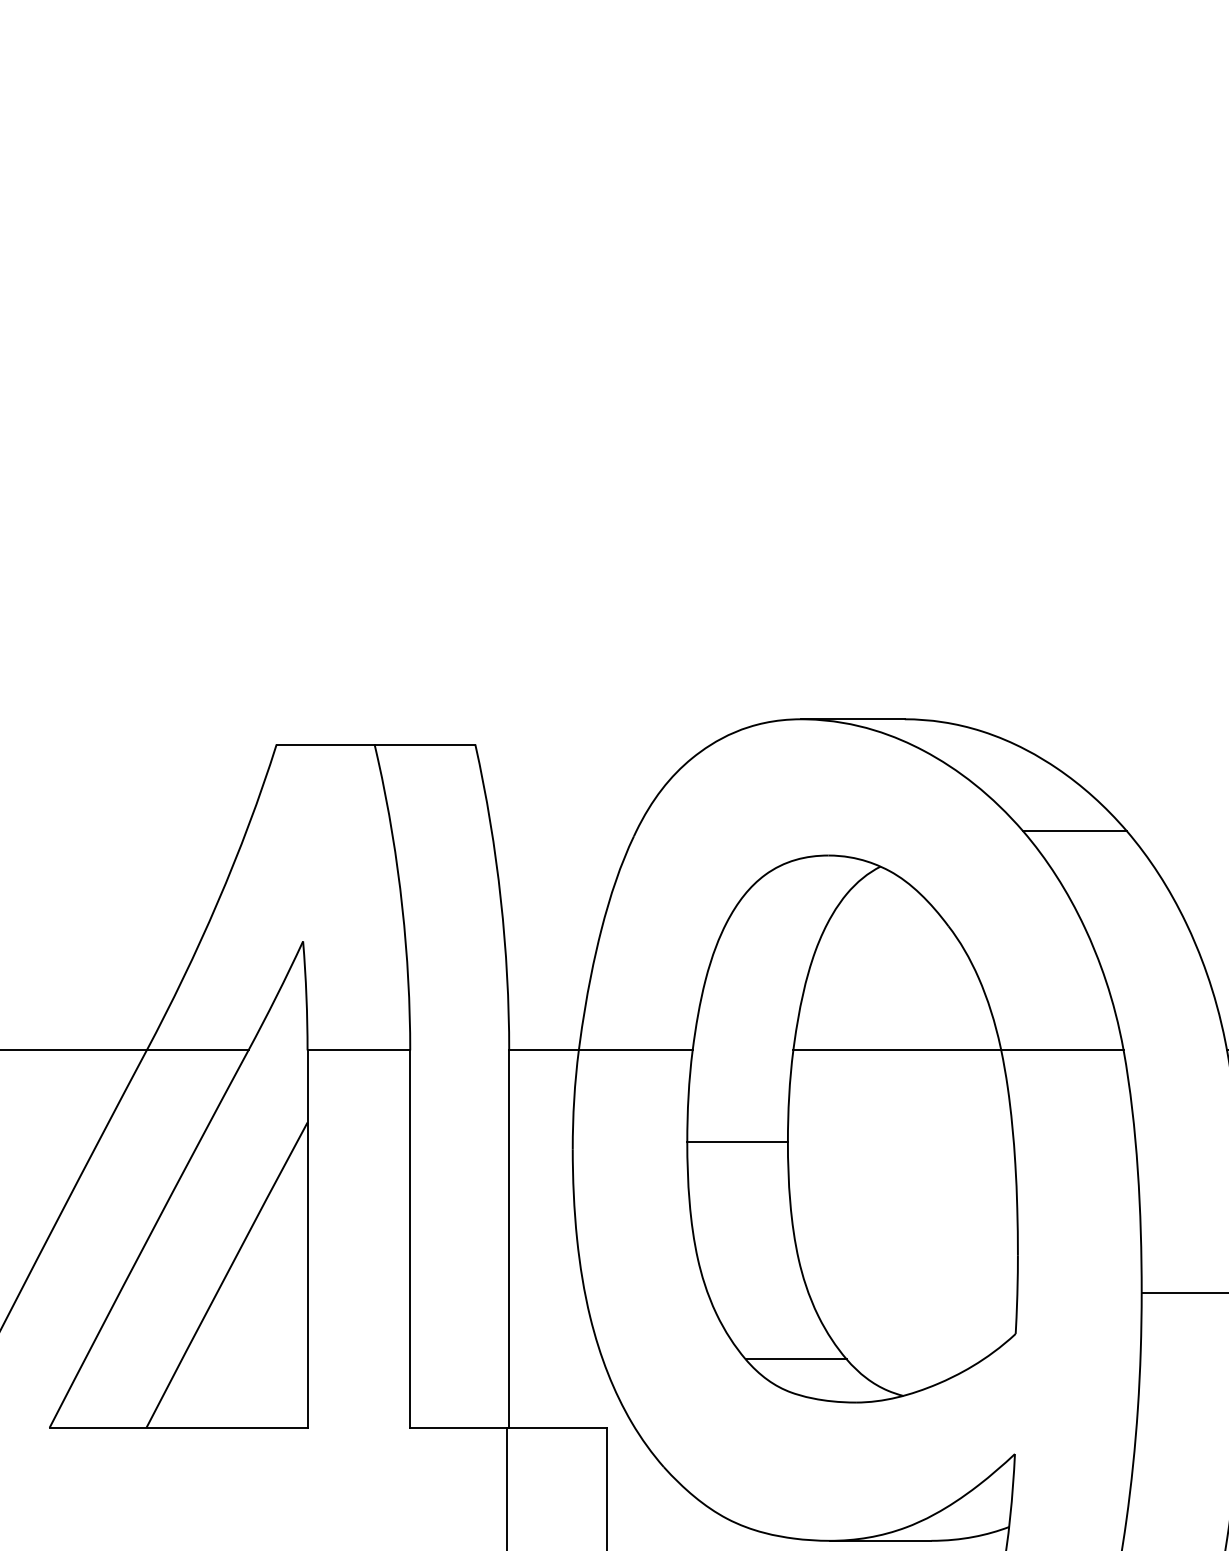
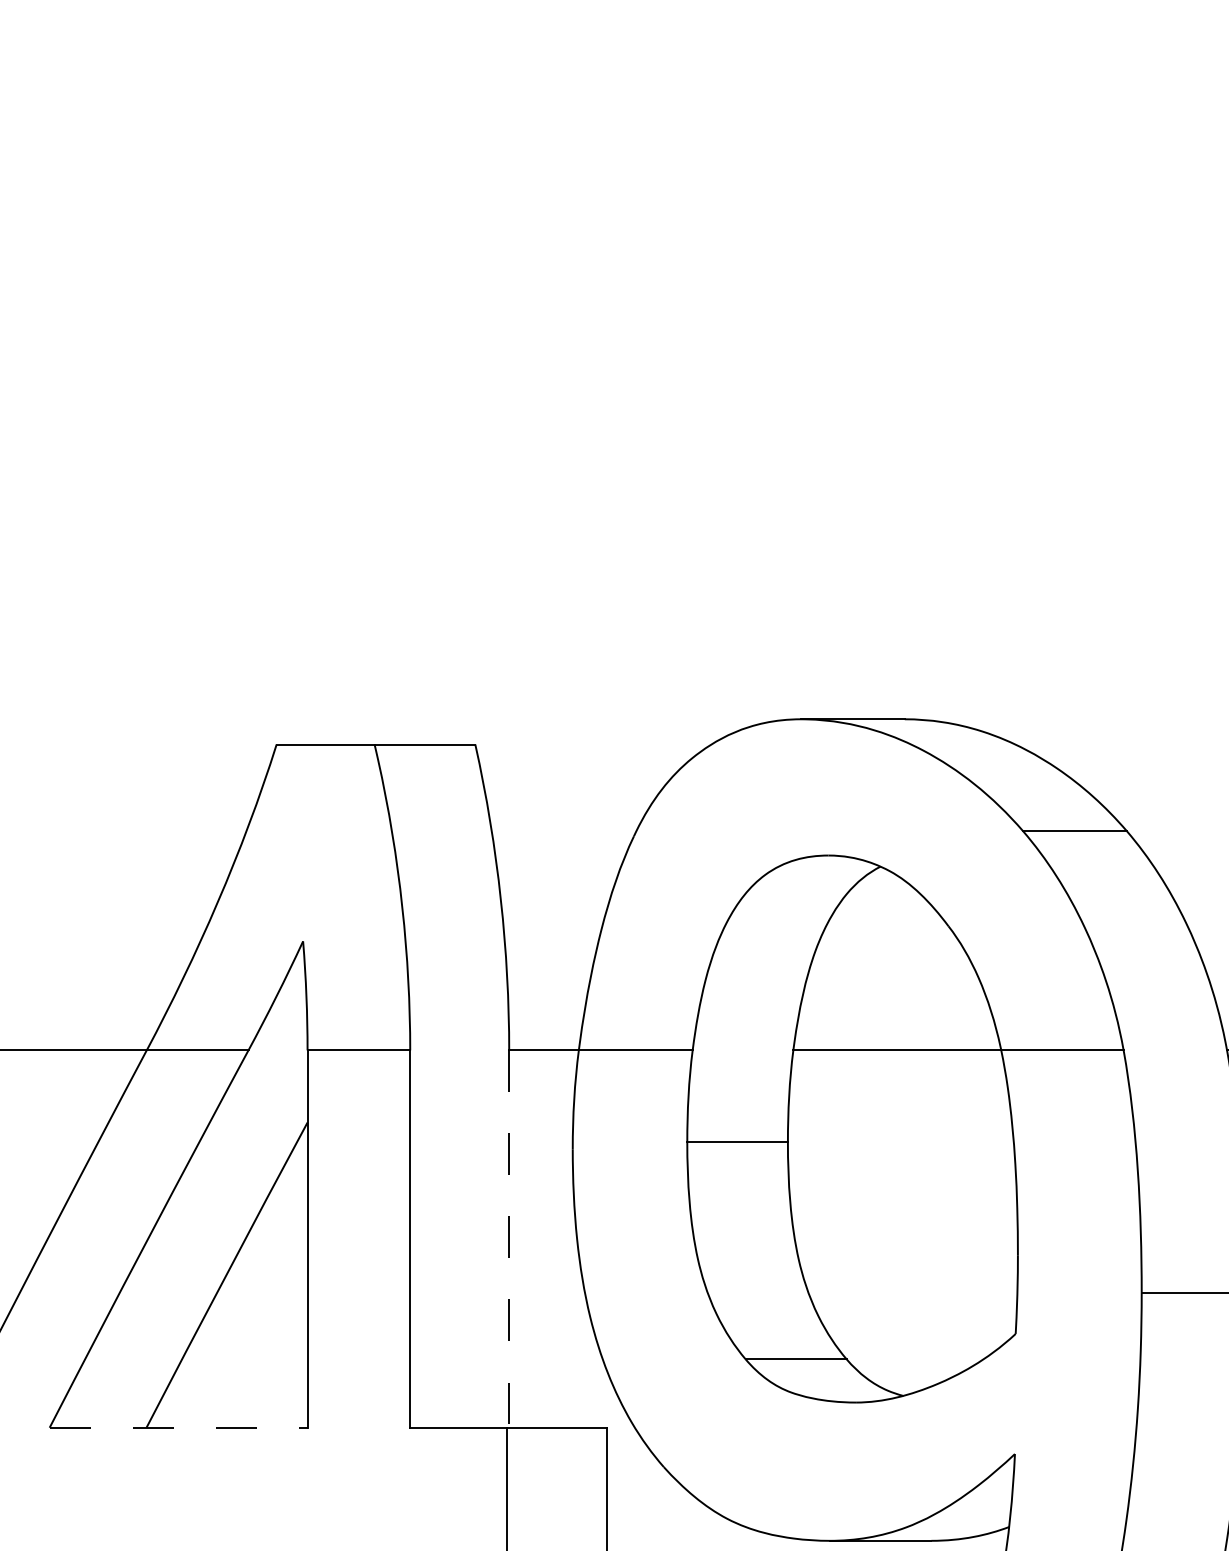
line at (509, 1239): solid -> dashed
line at (178, 1427): solid -> dashed
